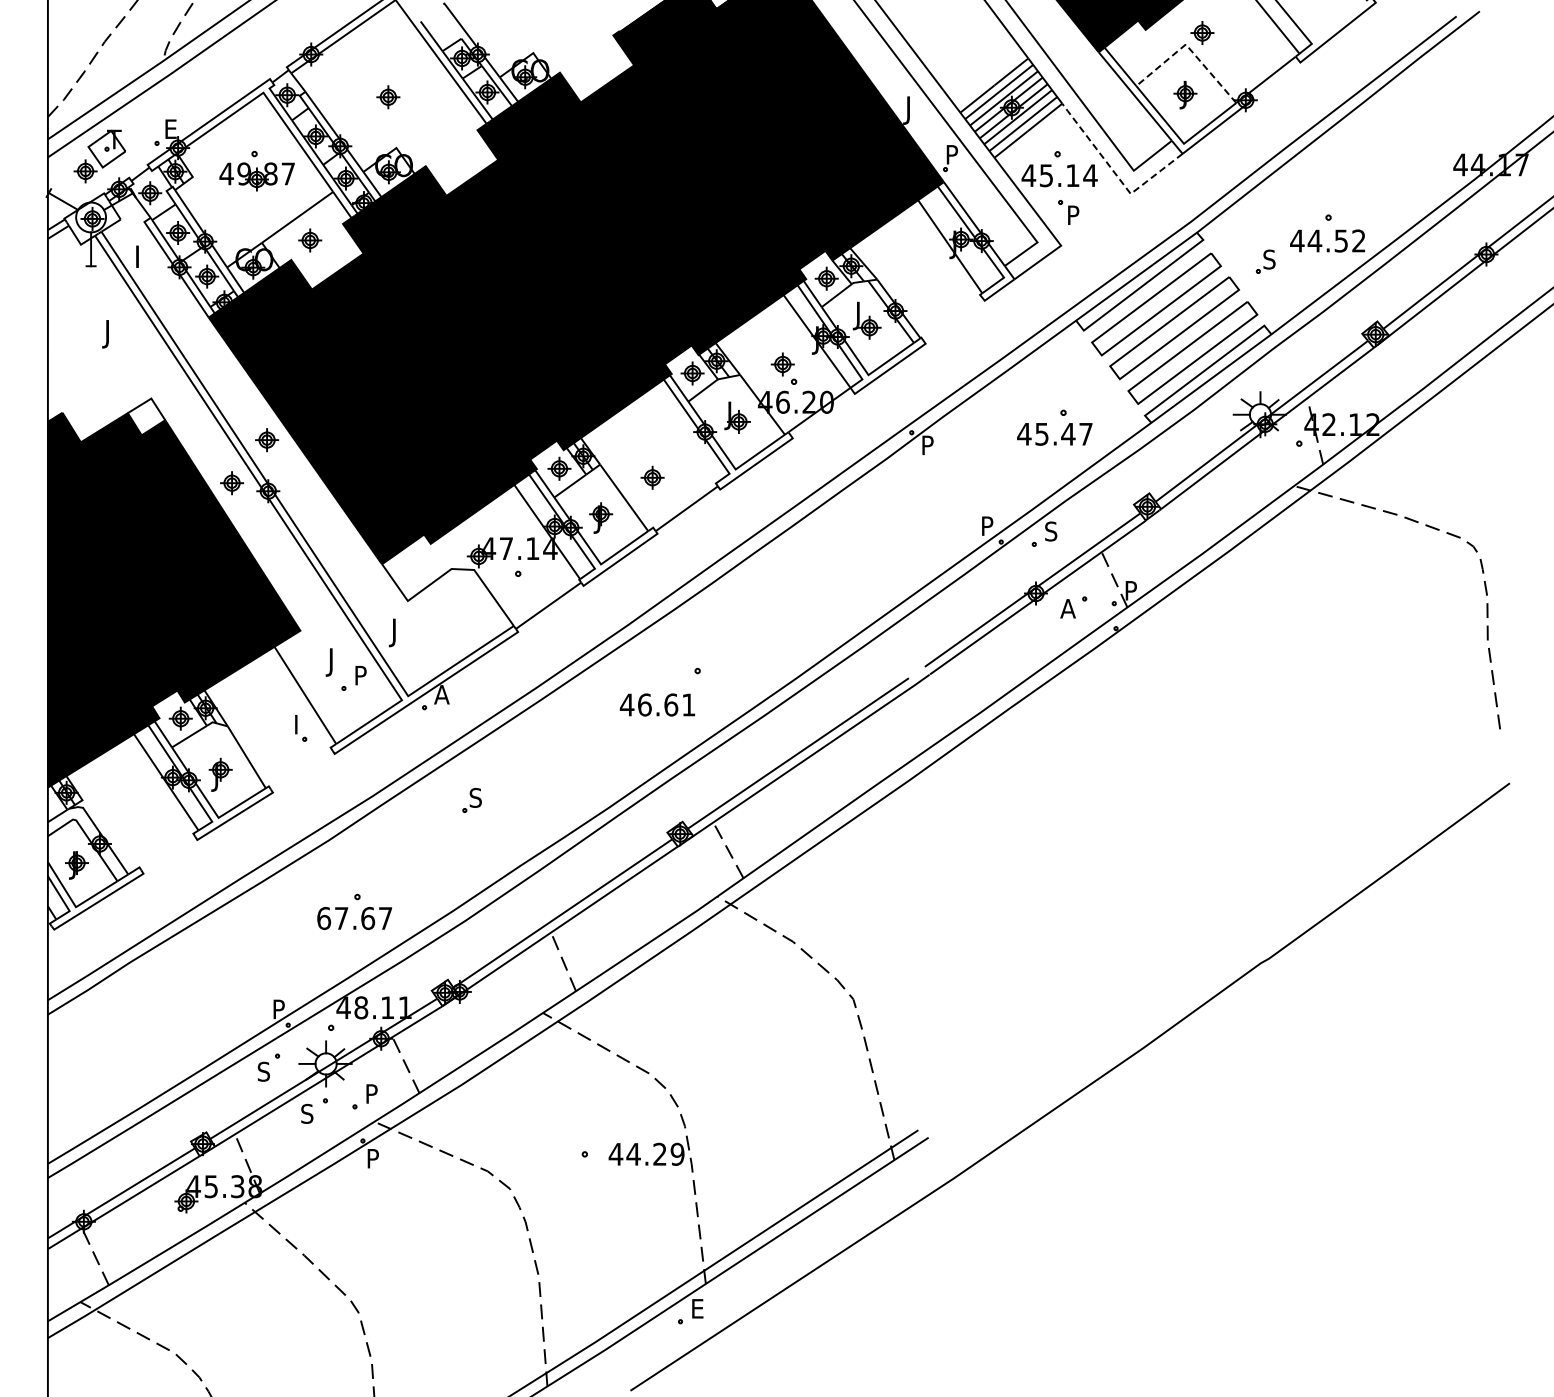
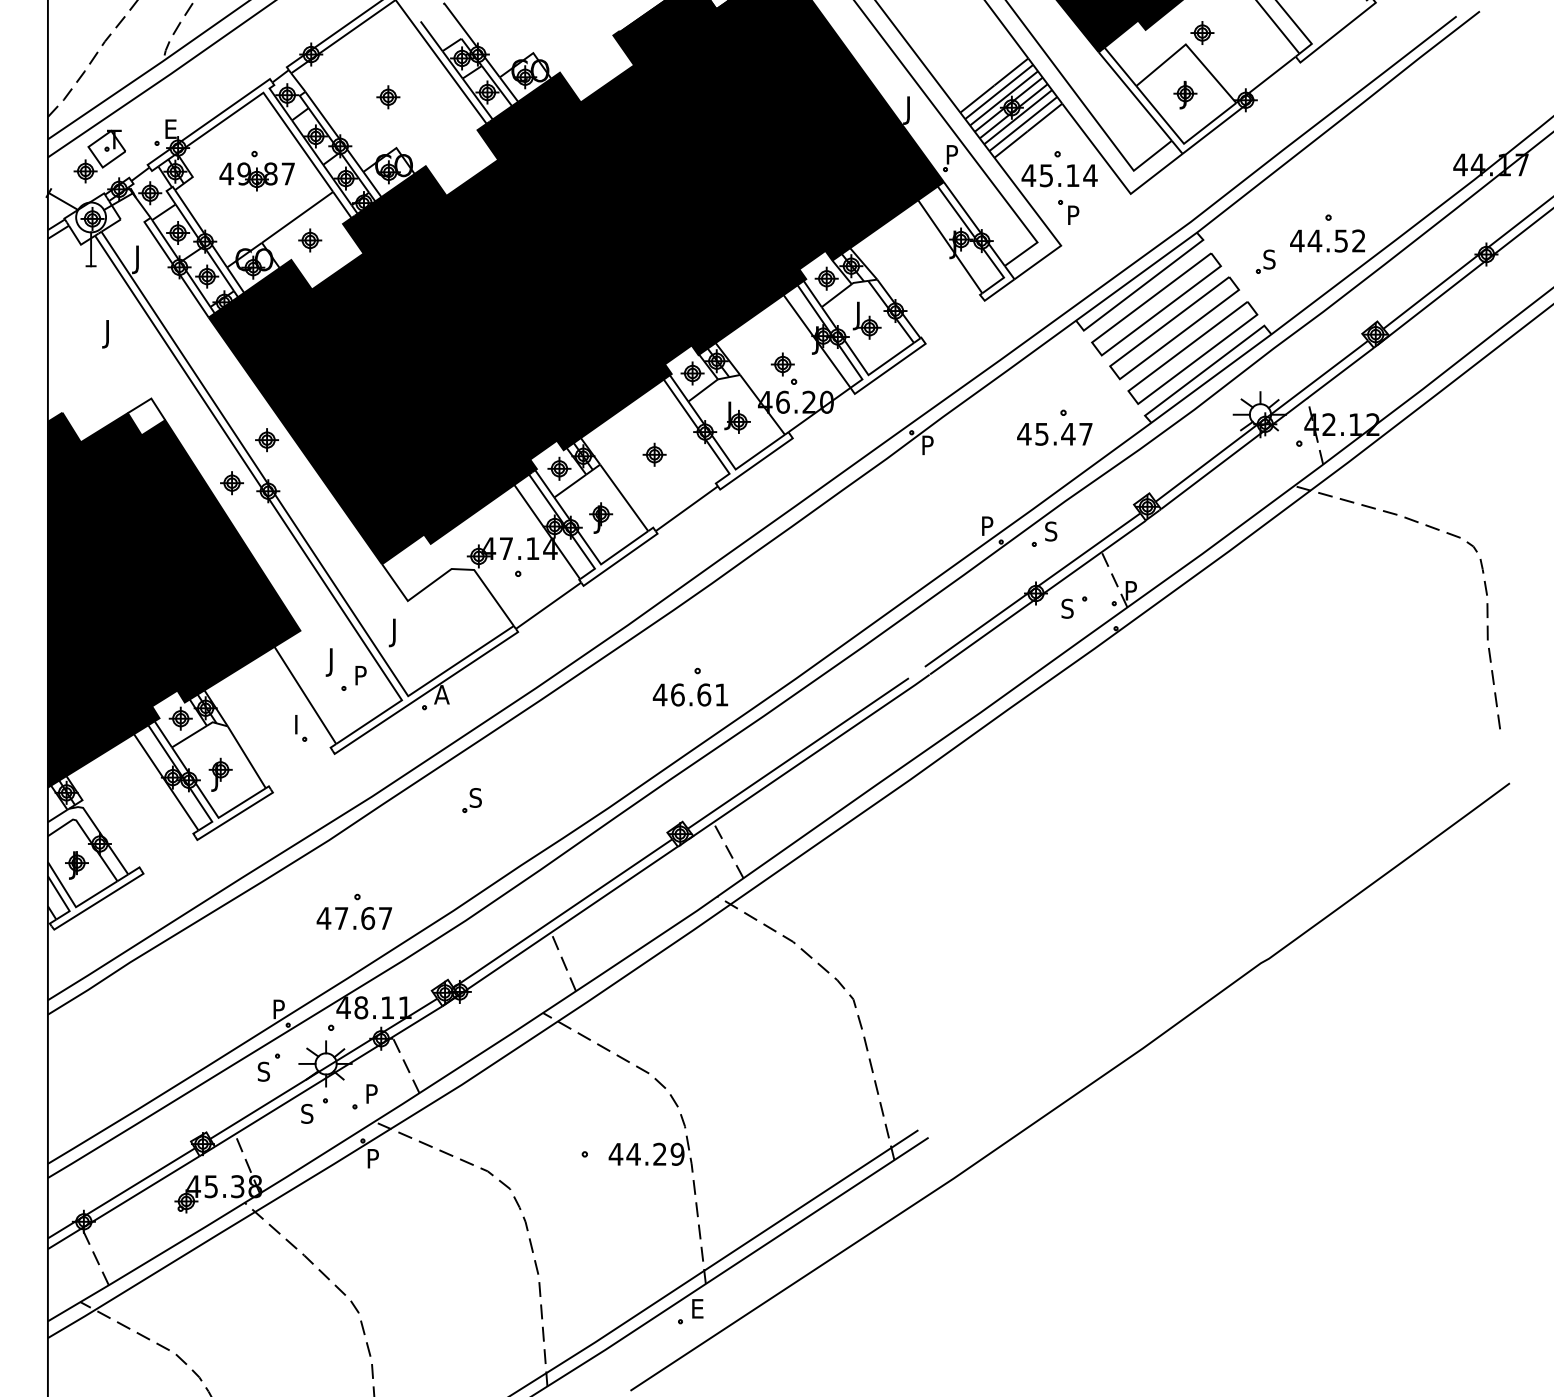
line at (1189, 48): dashed -> solid
line at (1115, 174): dashed -> solid
text at (135, 271): I -> J
part at (652, 477) position: (652, 477) -> (654, 454)
text at (1067, 608): A -> S
text at (657, 704) position: (657, 704) -> (690, 694)
text at (323, 918): 67.67 -> 47.67
